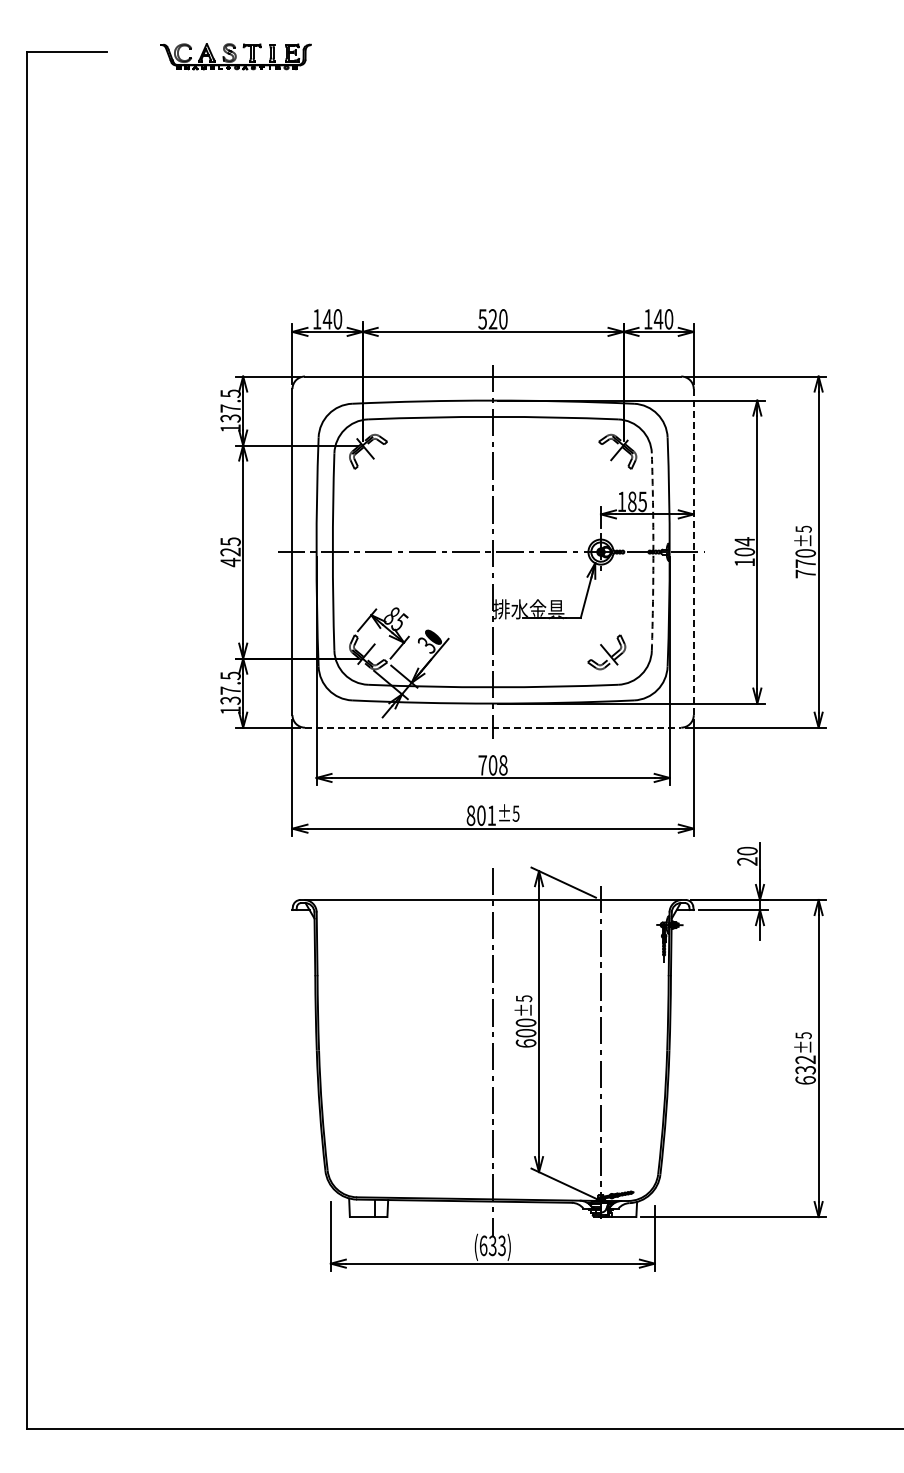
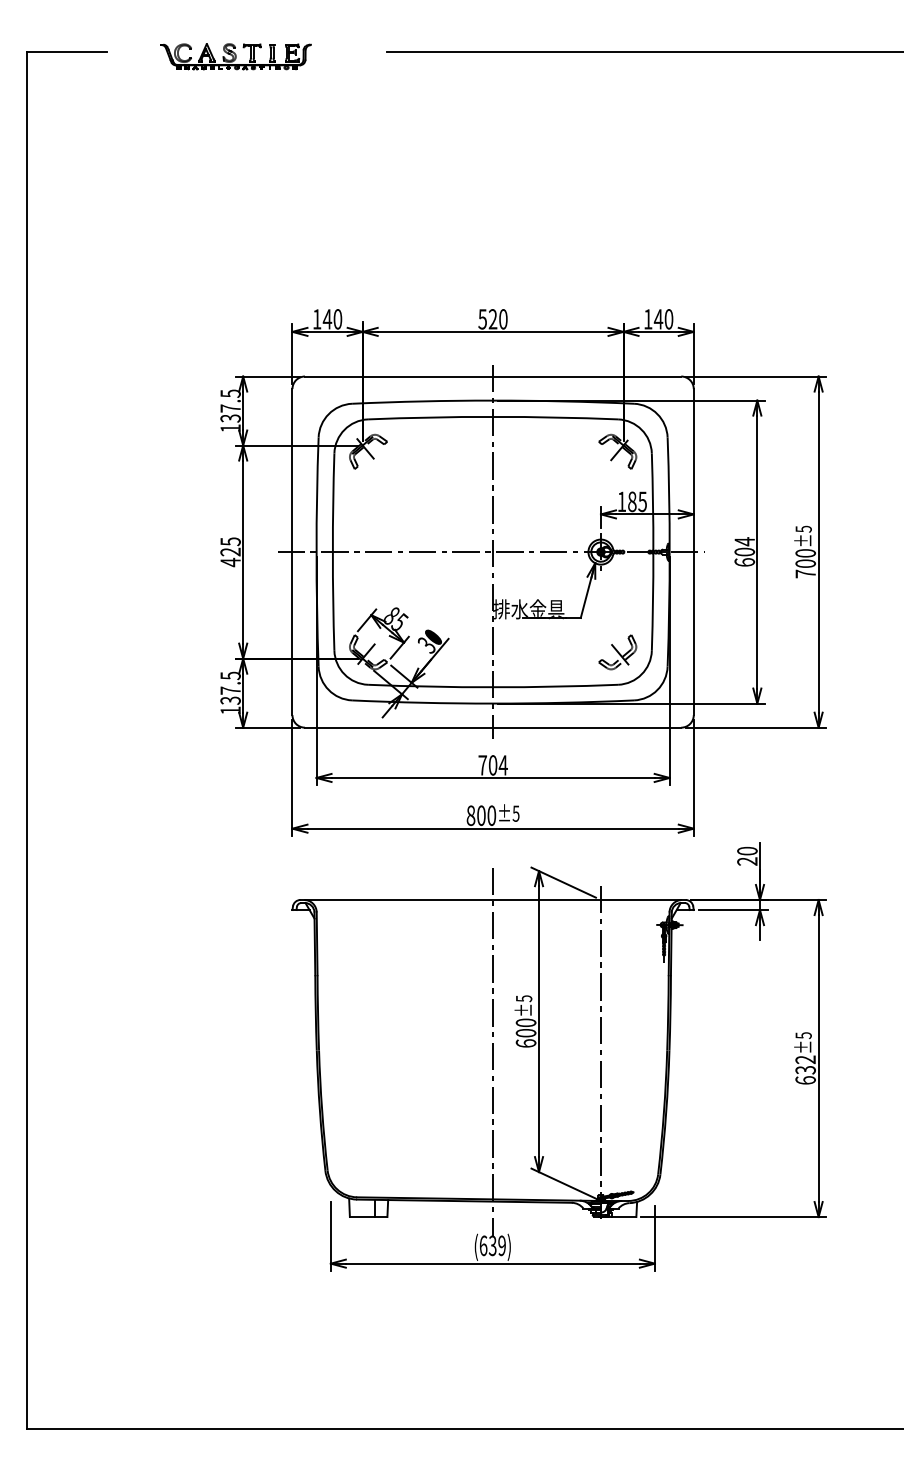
line at (643, 51): none -> present
arc at (653, 552): dashed -> solid
line at (693, 552): dashed -> solid
text at (744, 562): 104 -> 604
text at (805, 563): 770 -> 700
part at (606, 652) position: (606, 652) -> (617, 652)
line at (493, 727): dashed -> solid
text at (502, 765): 708 -> 704
text at (491, 815): 801 -> 800
text at (501, 1246): (633) -> (639)
